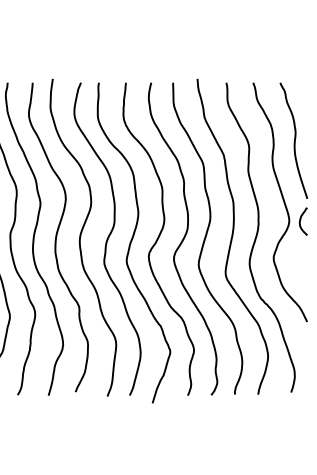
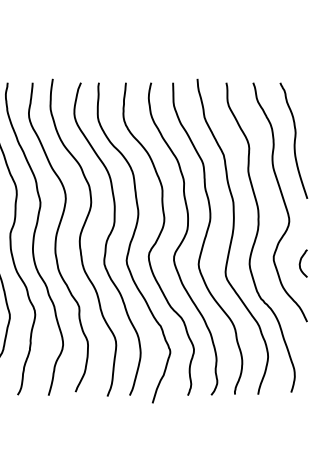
curve at (300, 221) position: (300, 221) -> (300, 263)
